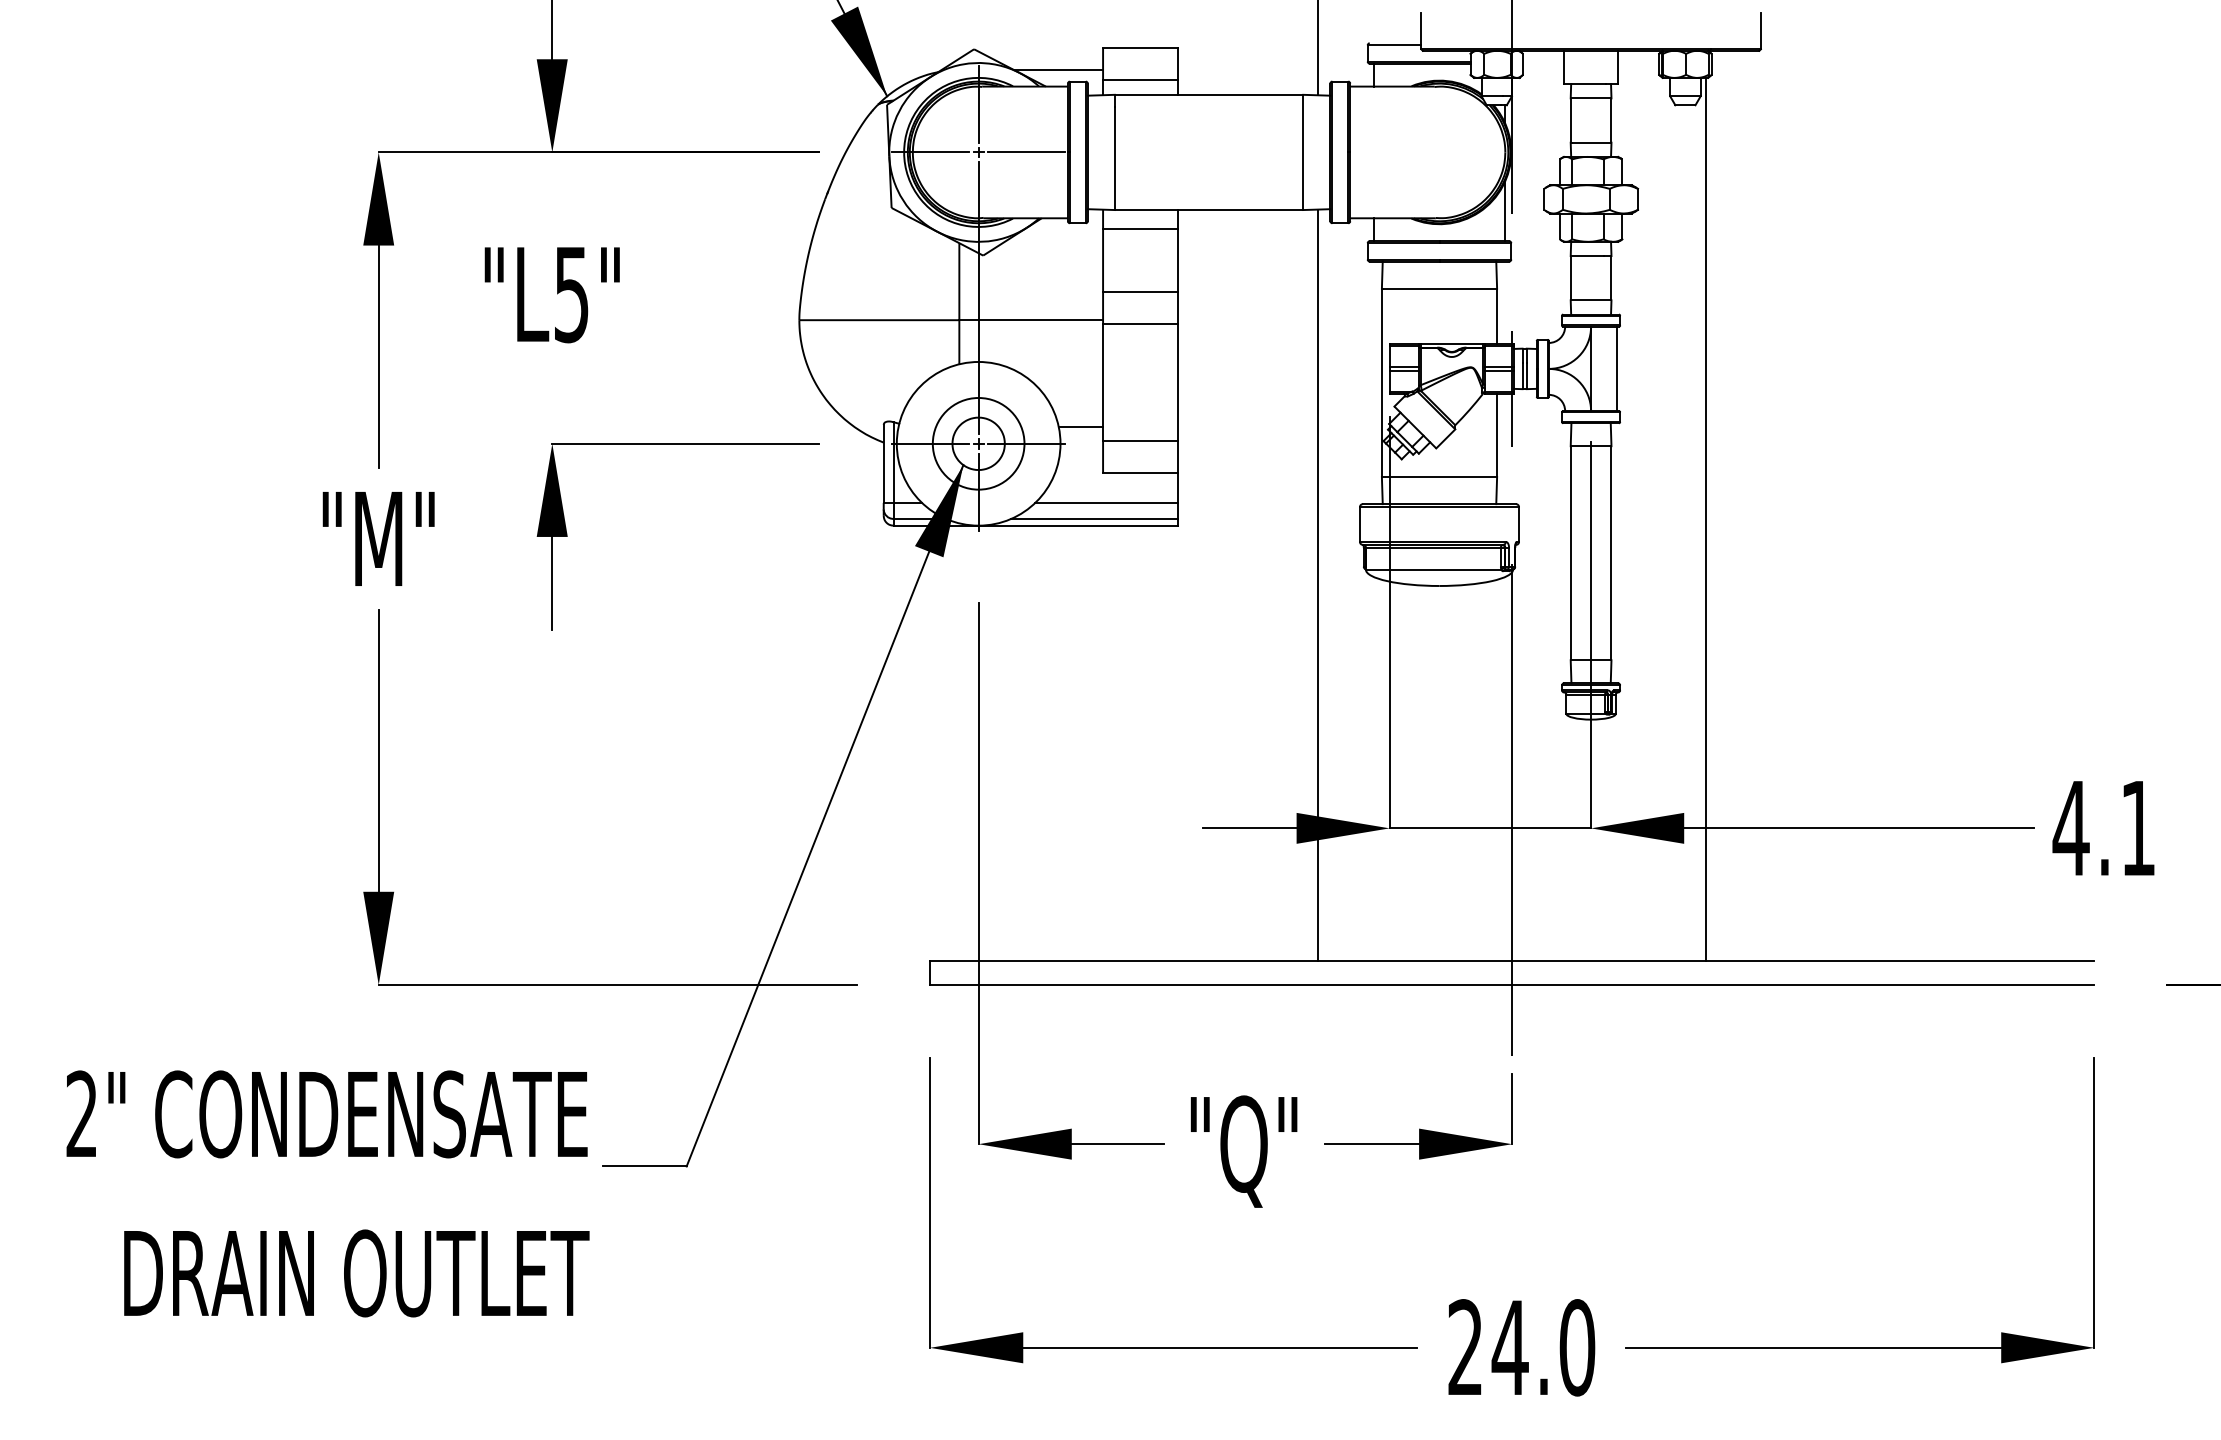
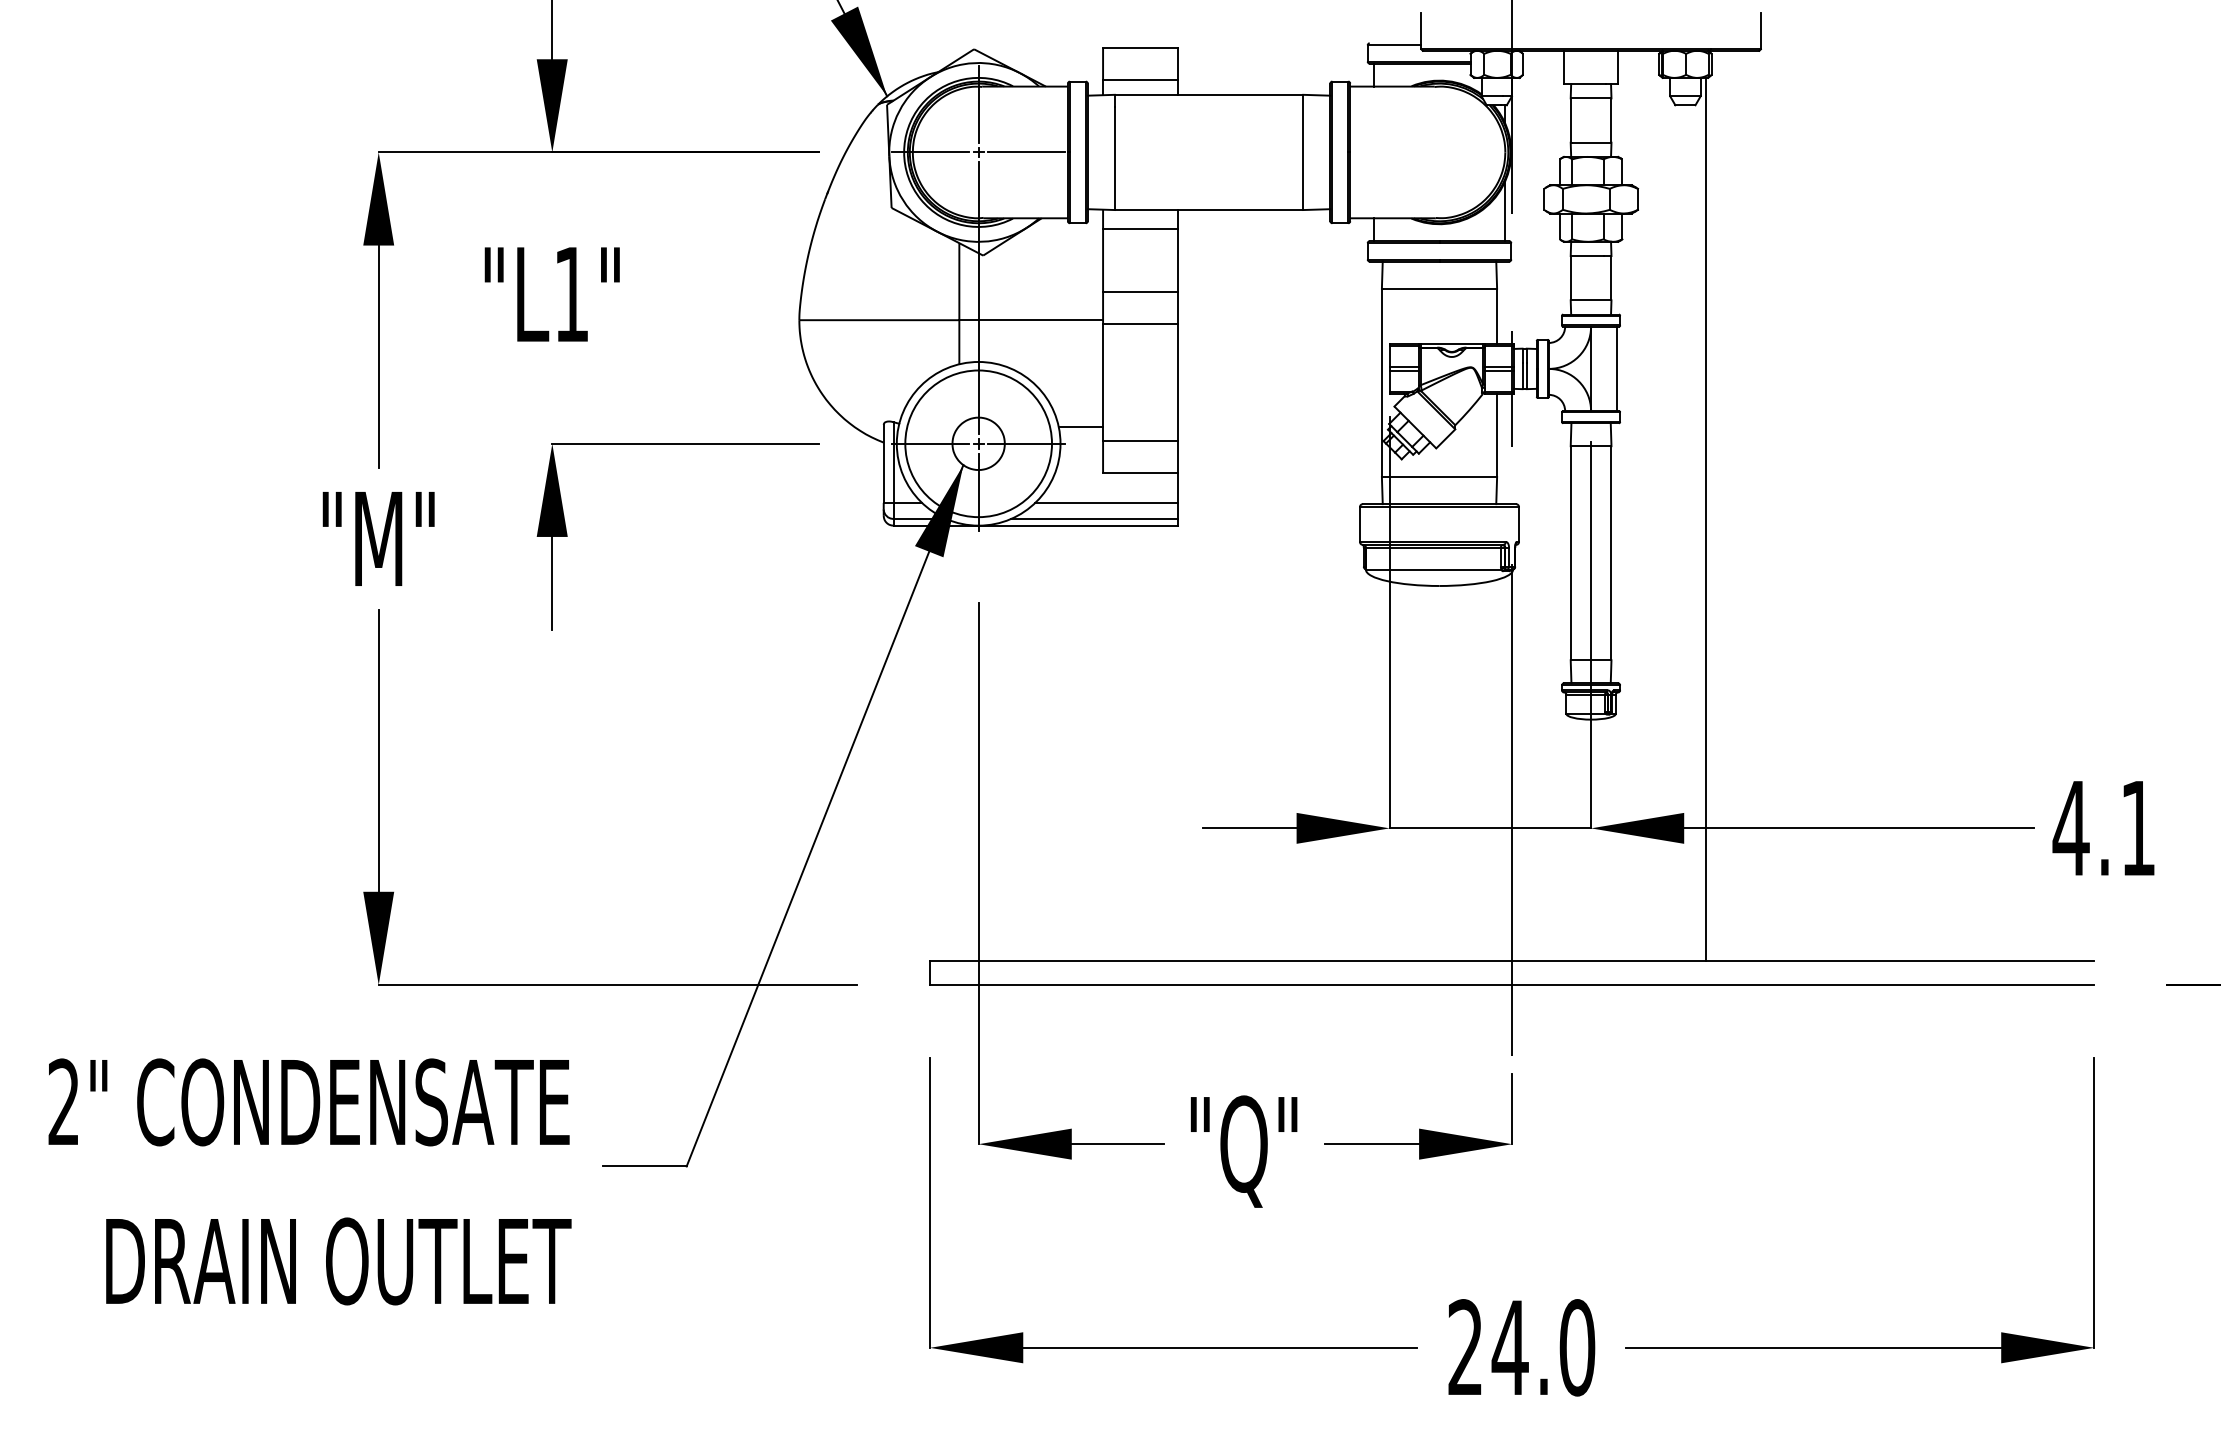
line at (1318, 48): present -> none
line at (1058, 69): present -> none
text at (571, 295): "L5" -> "L1"
circle at (978, 443) diameter: 92 px -> 147 px
line at (1318, 584): present -> none
text at (327, 1193) position: (327, 1193) -> (309, 1181)
